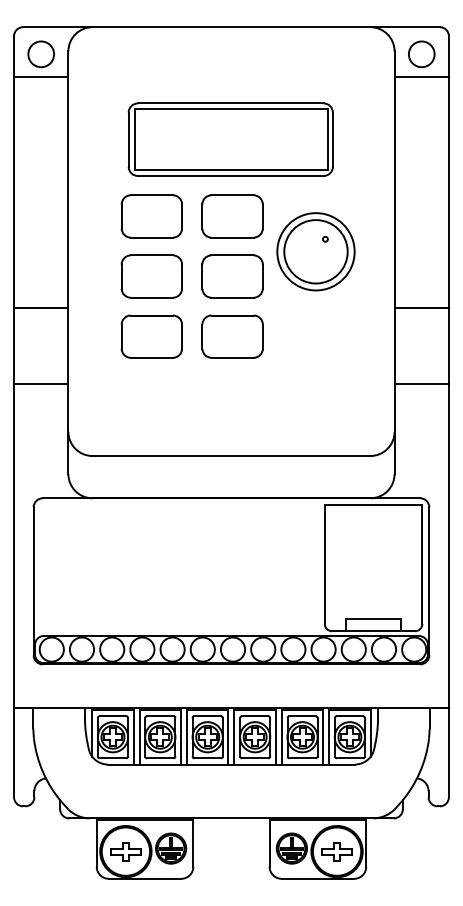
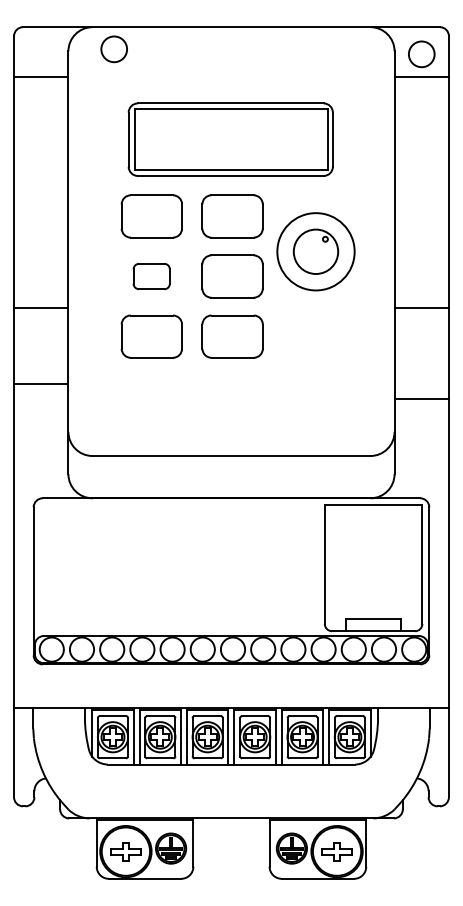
circle at (40, 54) position: (40, 54) -> (113, 49)
circle at (315, 251) diameter: 63 px -> 44 px
part at (151, 276) size: 63x45 px -> 39x28 px
line at (421, 384) position: (421, 384) -> (421, 399)
